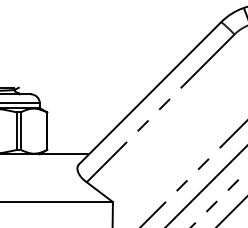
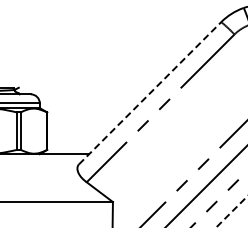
line at (150, 93): solid -> dashed
line at (231, 211): solid -> dashed
